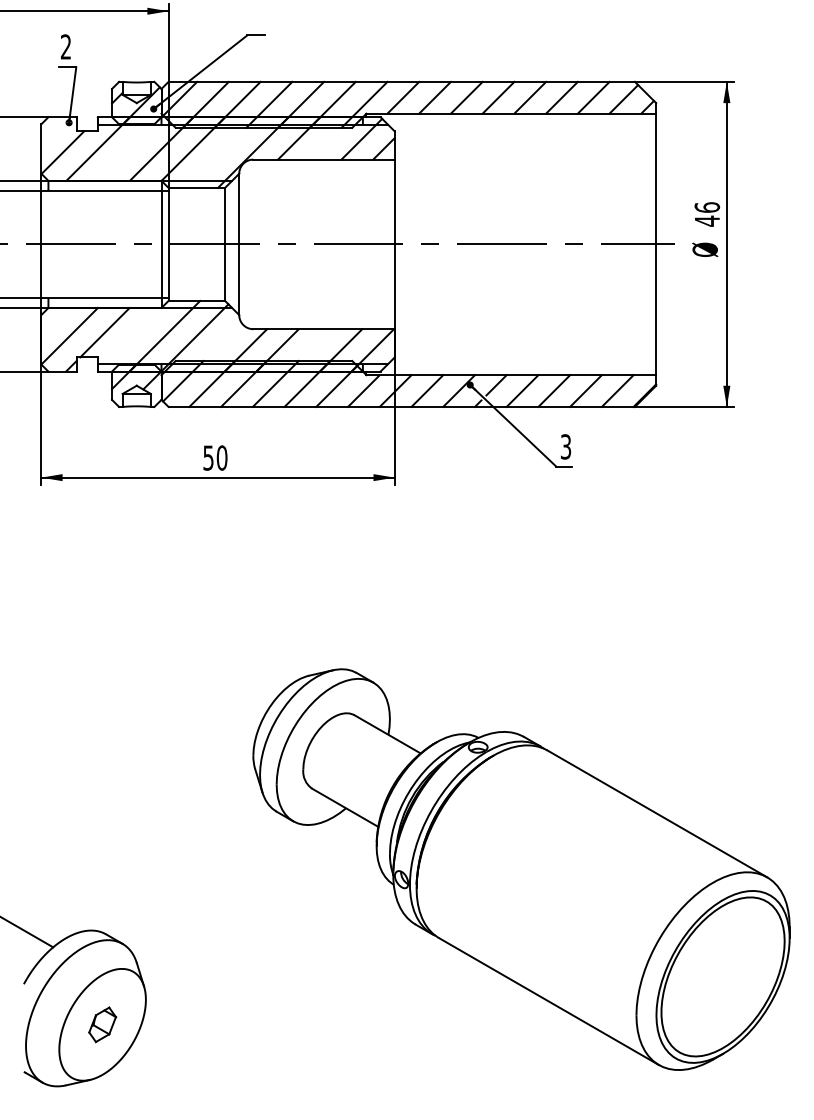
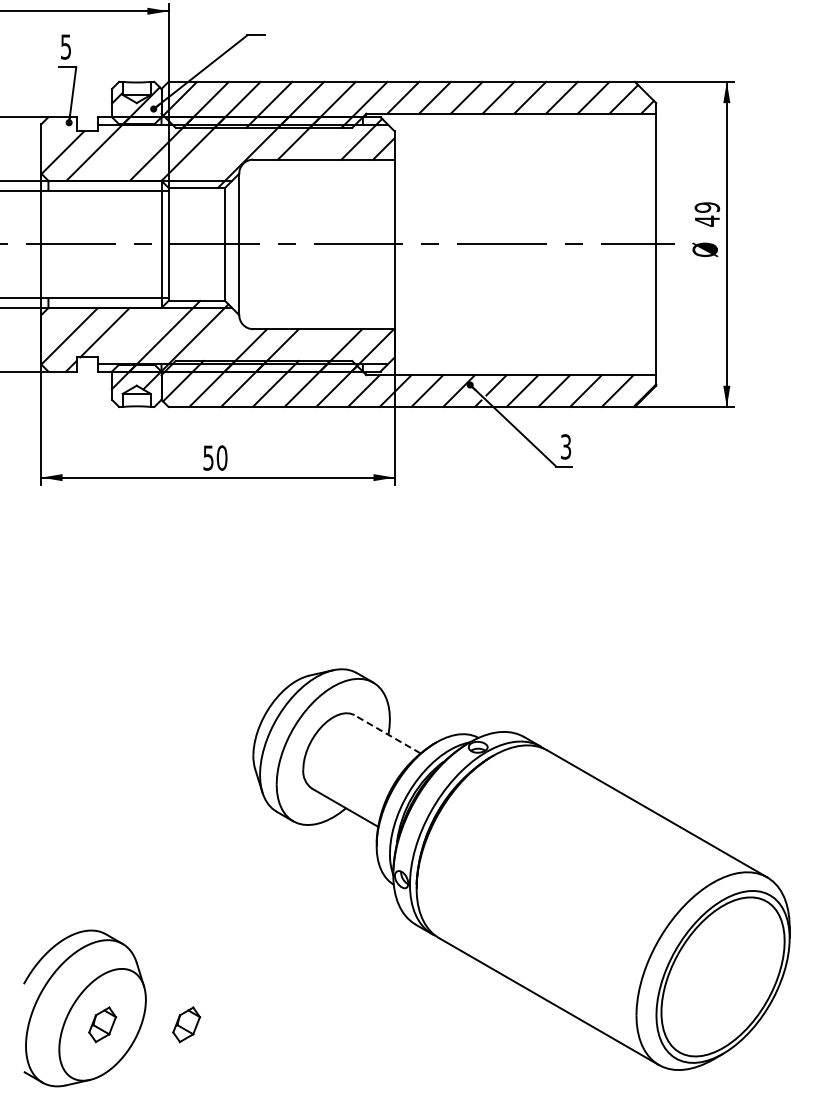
text at (65, 46): 2 -> 5
text at (707, 207): 46 -> 49
line at (387, 734): solid -> dashed
line at (27, 932): present -> none
part at (186, 1024): none -> present
